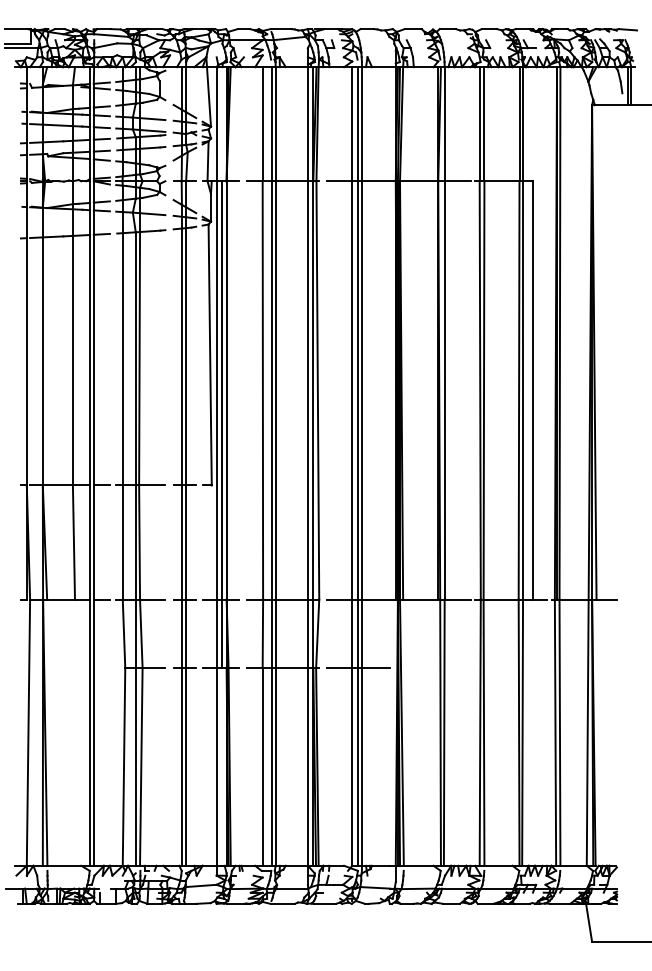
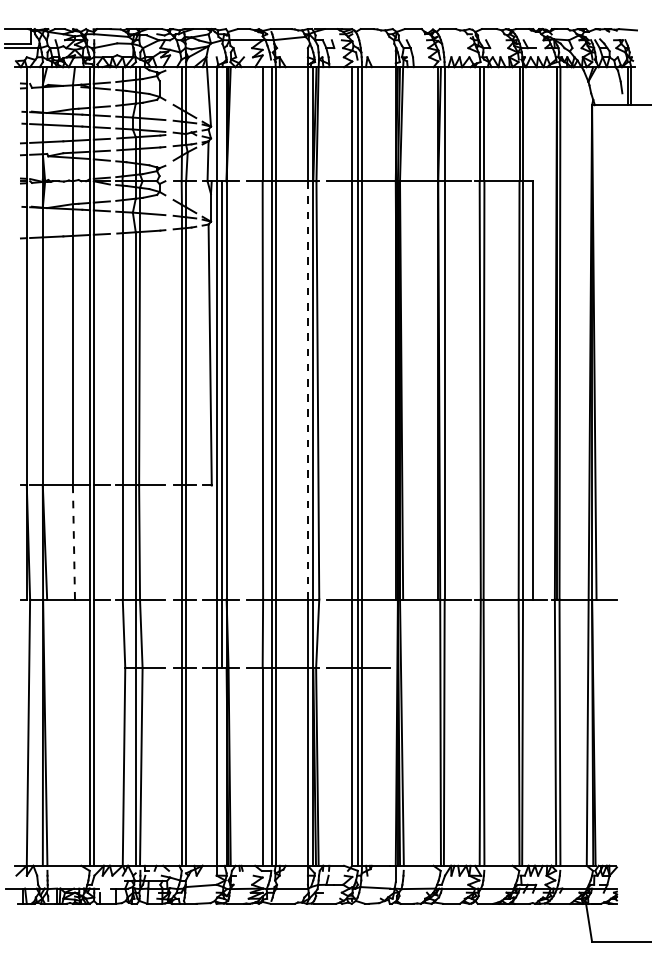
line at (307, 390): solid -> dashed
line at (73, 542): solid -> dashed
